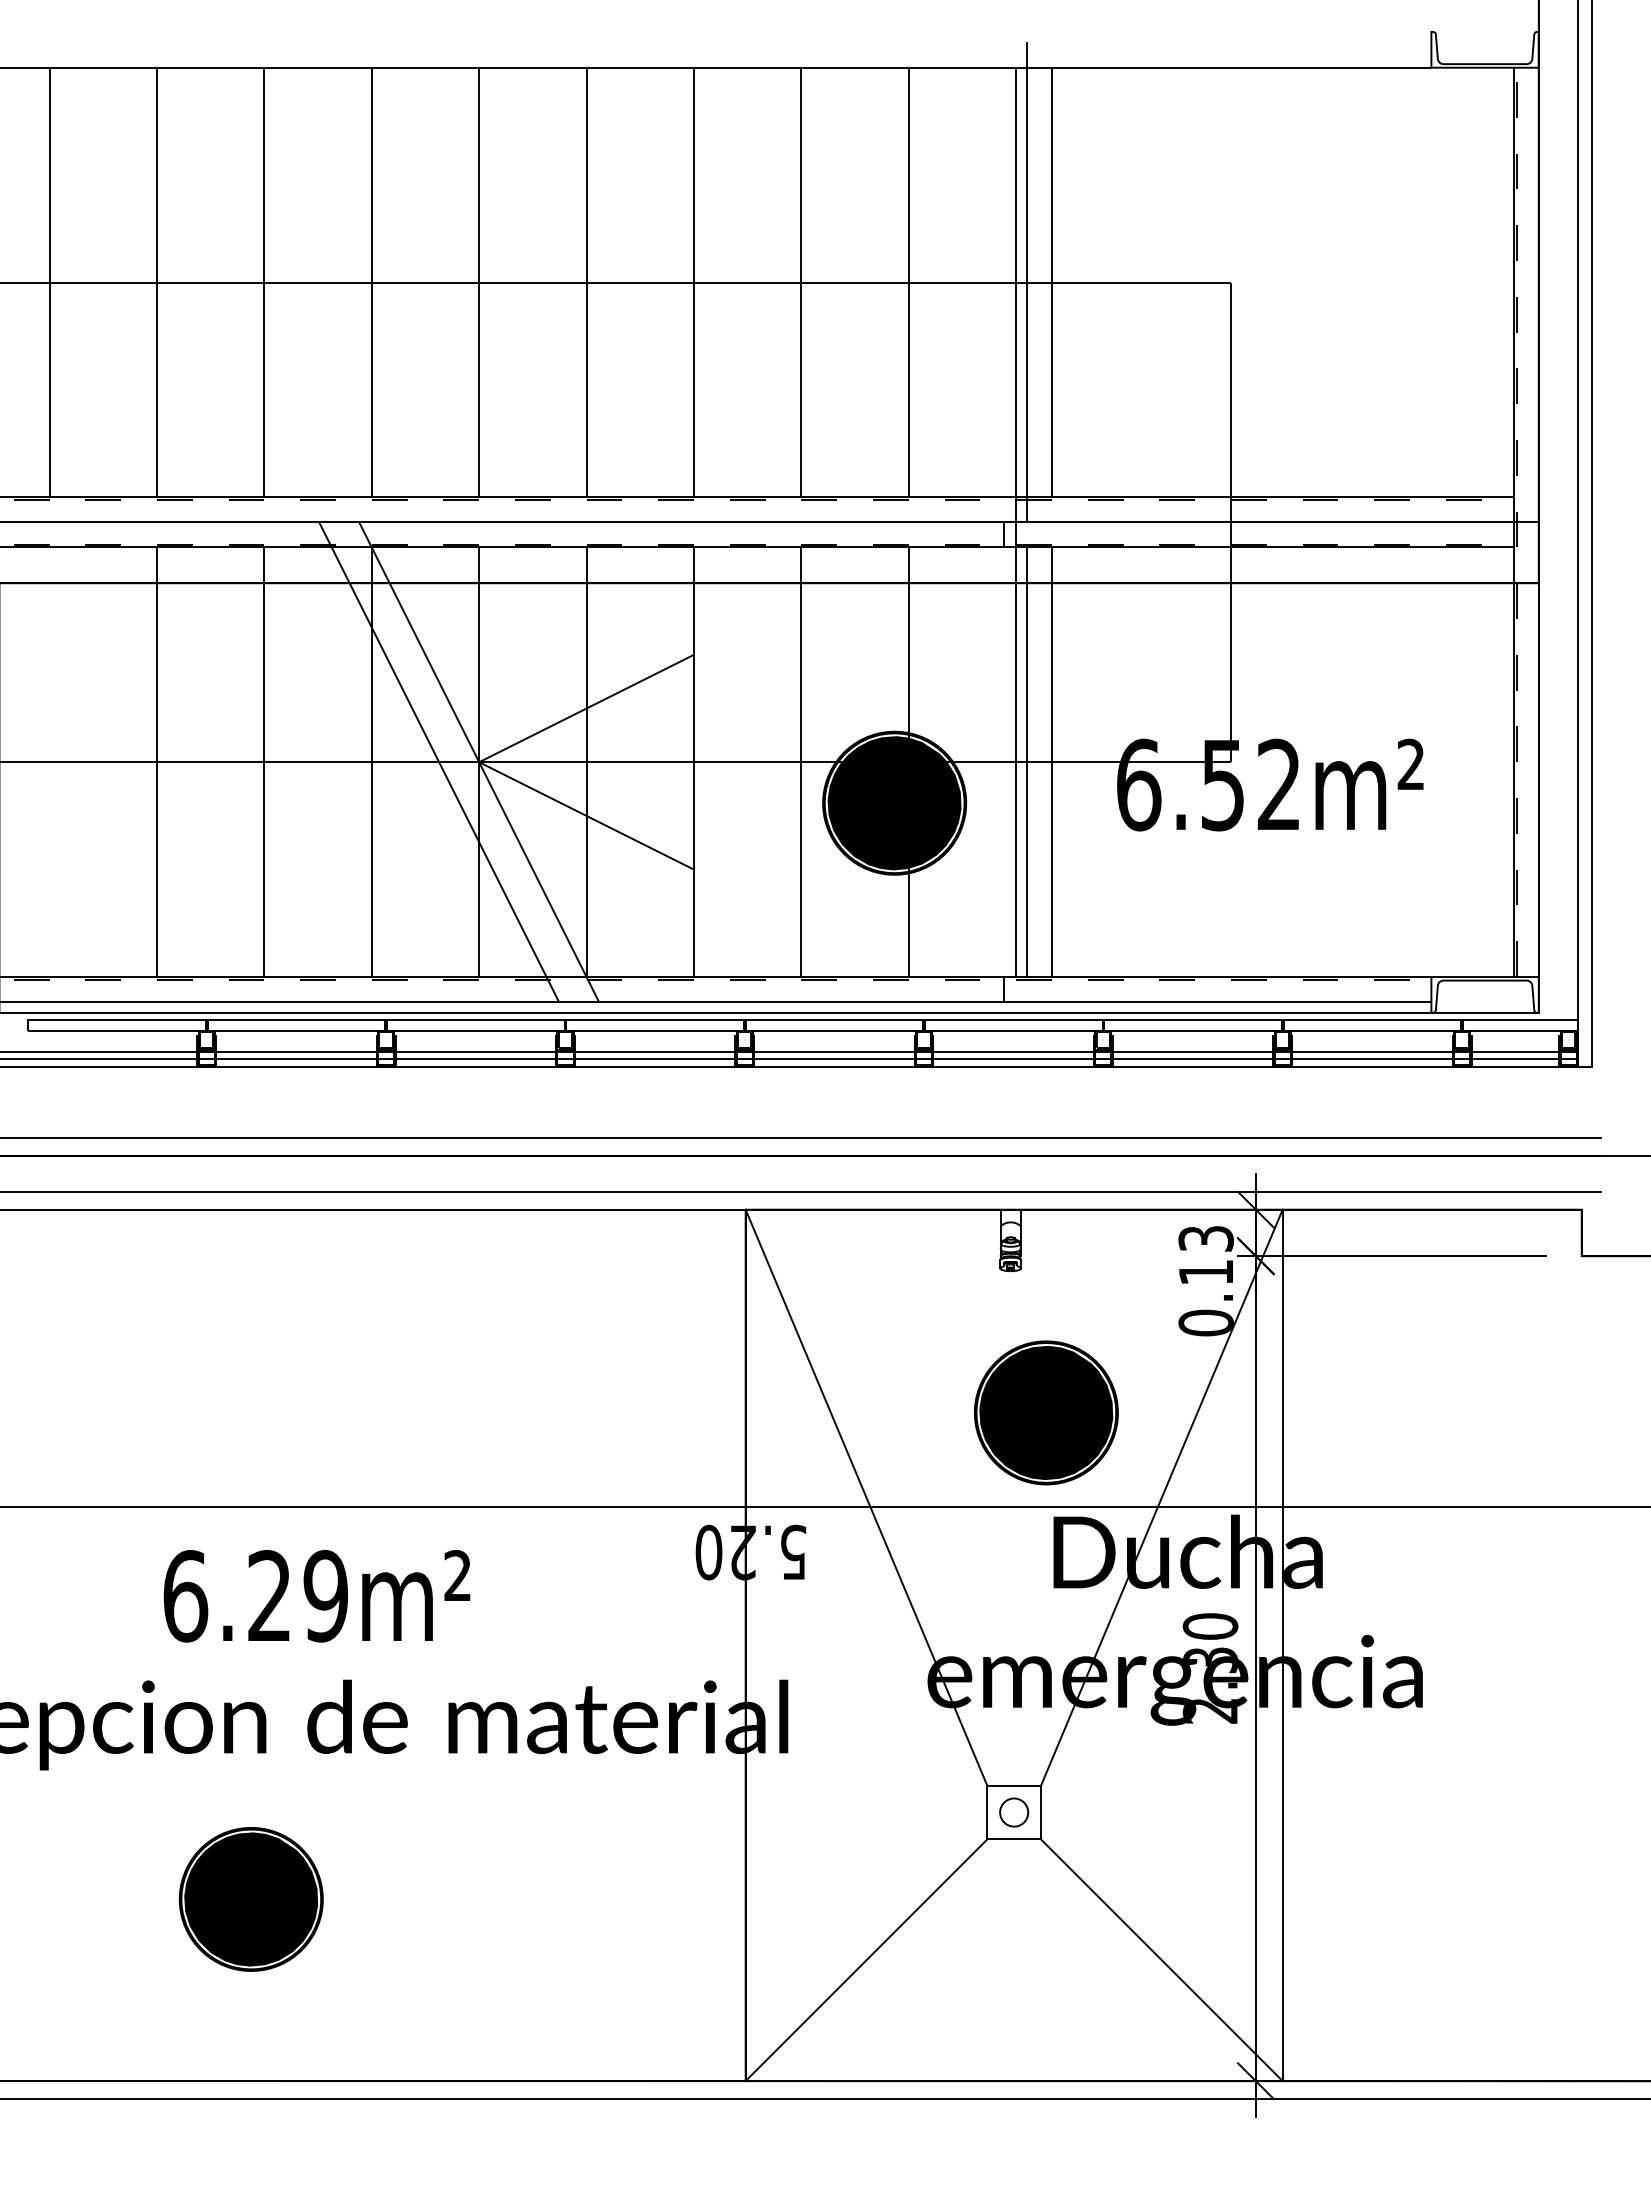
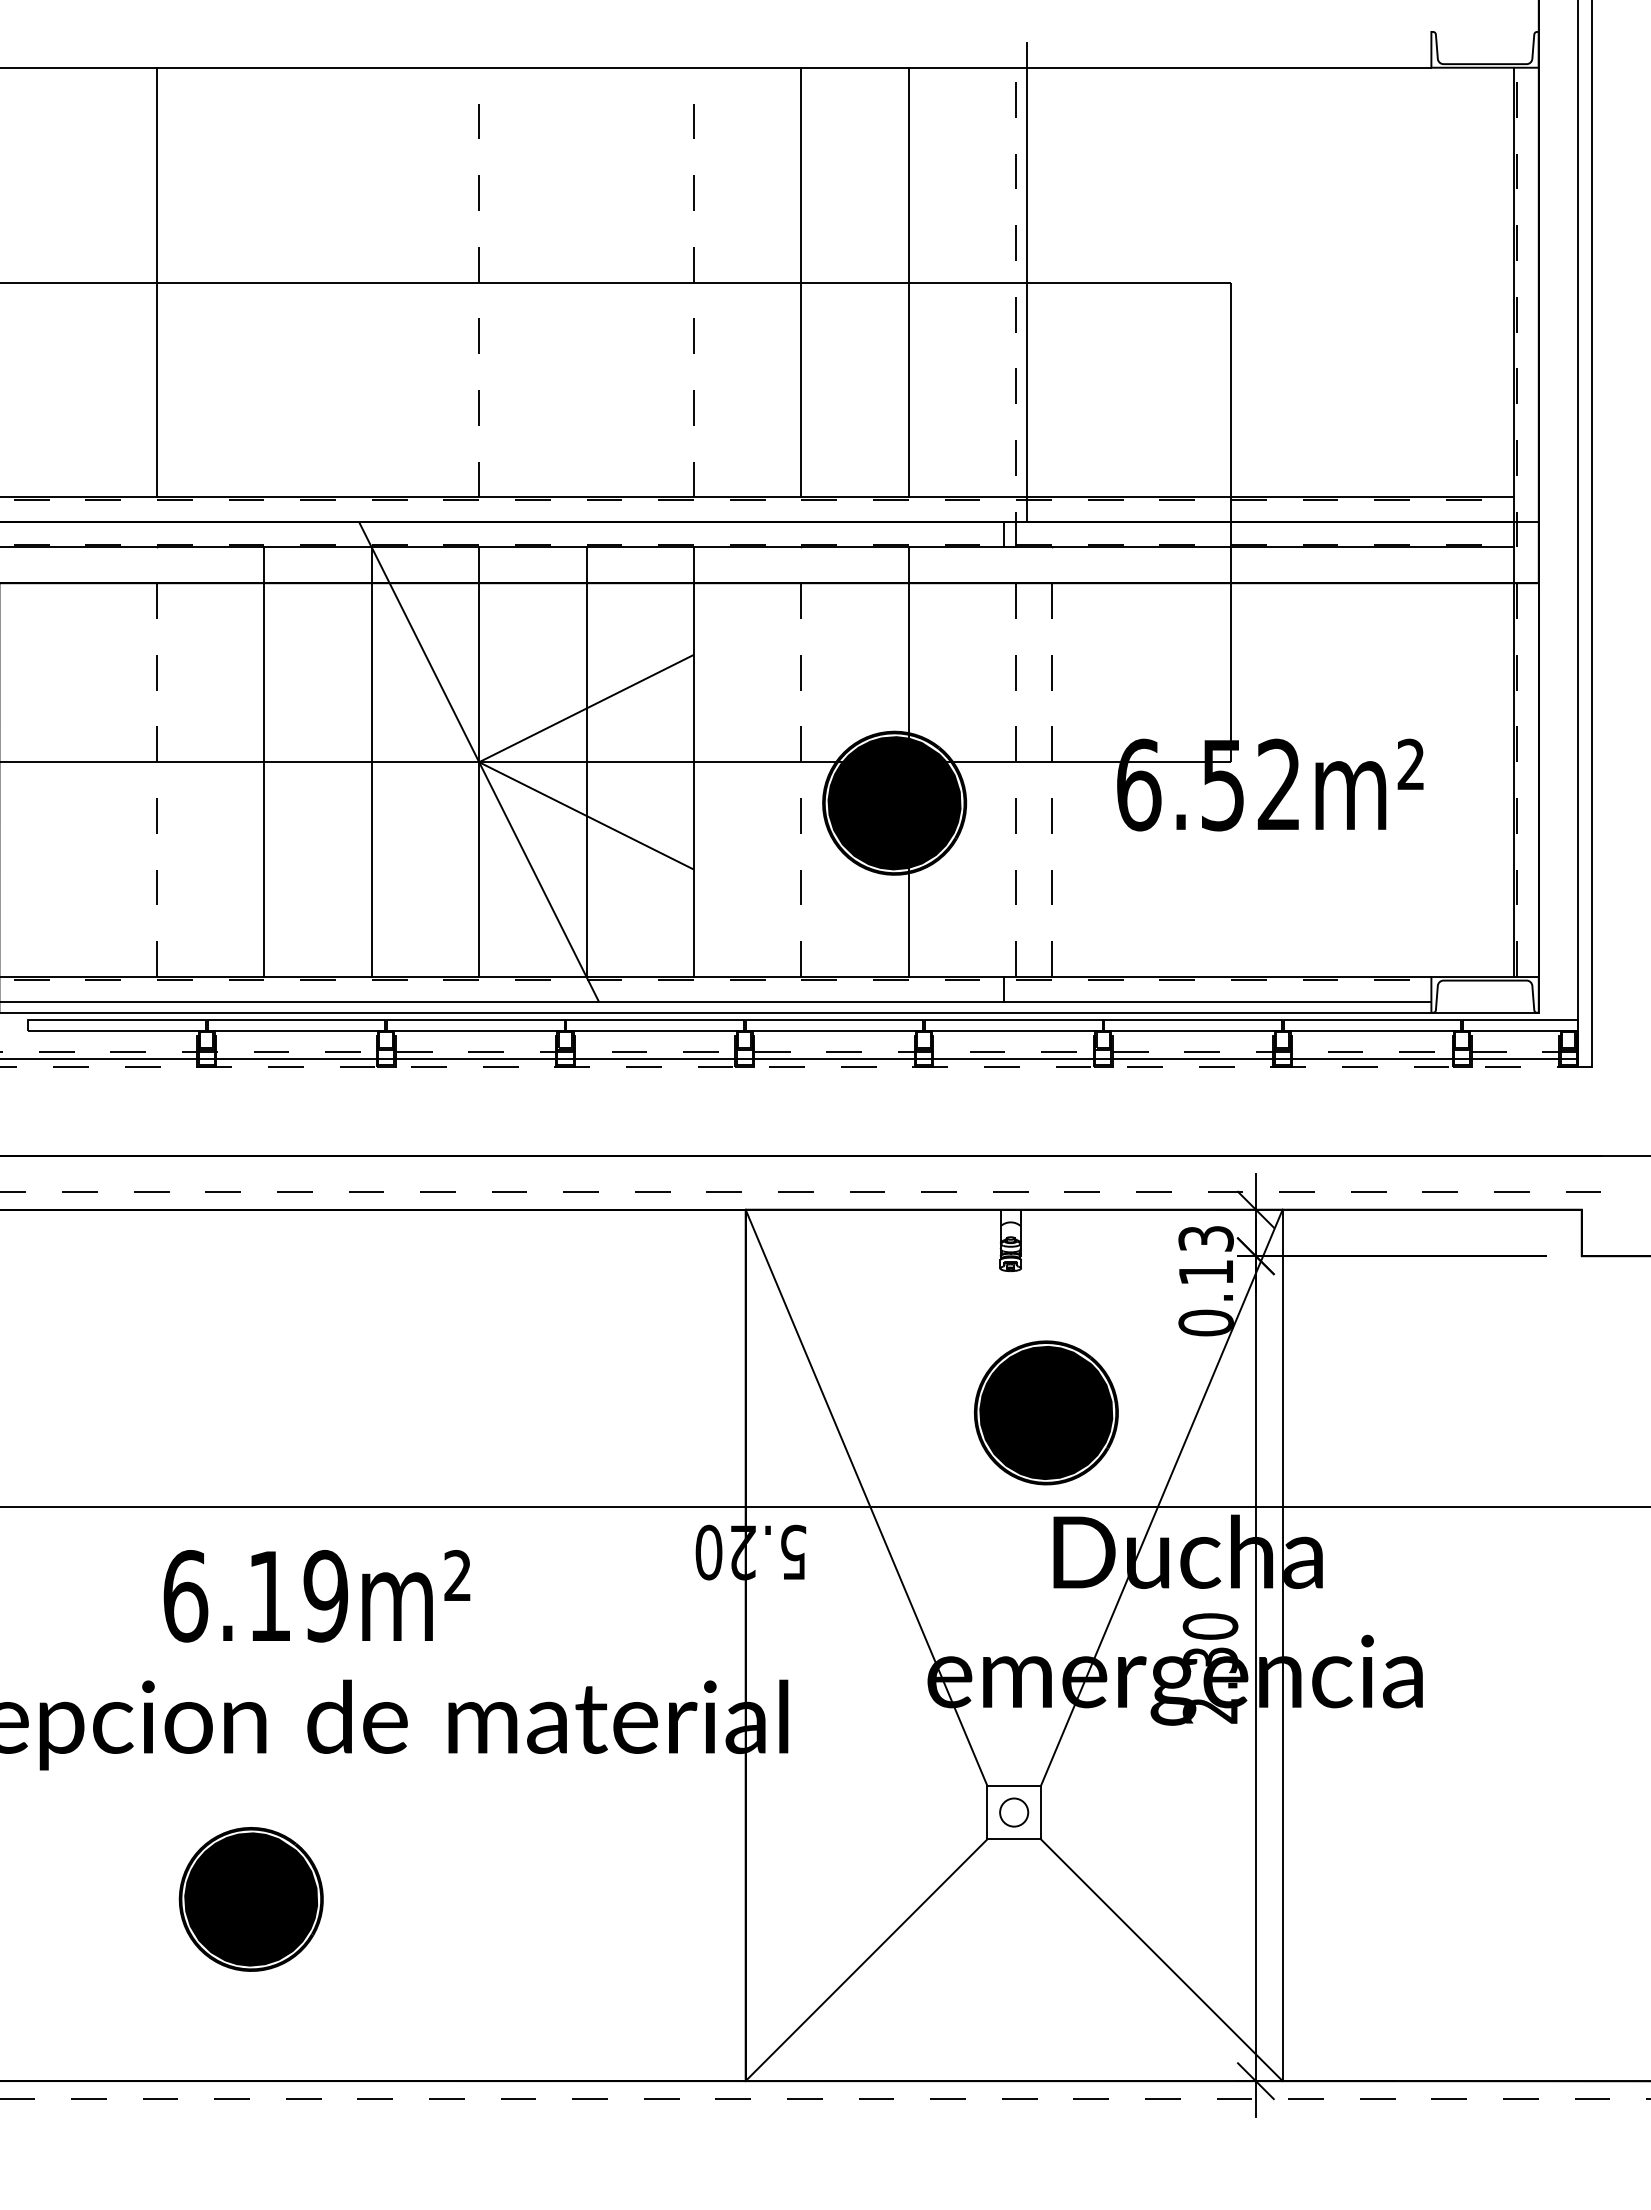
line at (49, 282): present -> none
line at (264, 282): present -> none
line at (371, 282): present -> none
line at (479, 282): solid -> dashed
line at (586, 282): present -> none
line at (693, 282): solid -> dashed
line at (1051, 282): present -> none
line at (1016, 522): solid -> dashed
line at (156, 762): solid -> dashed
line at (439, 762): present -> none
line at (801, 762): solid -> dashed
line at (1026, 762): present -> none
line at (1051, 762): solid -> dashed
line at (789, 1052): solid -> dashed
line at (796, 1066): solid -> dashed
line at (801, 1138): present -> none
line at (800, 1191): solid -> dashed
text at (268, 1594): 6.29m² -> 6.19m²
line at (826, 2098): solid -> dashed
